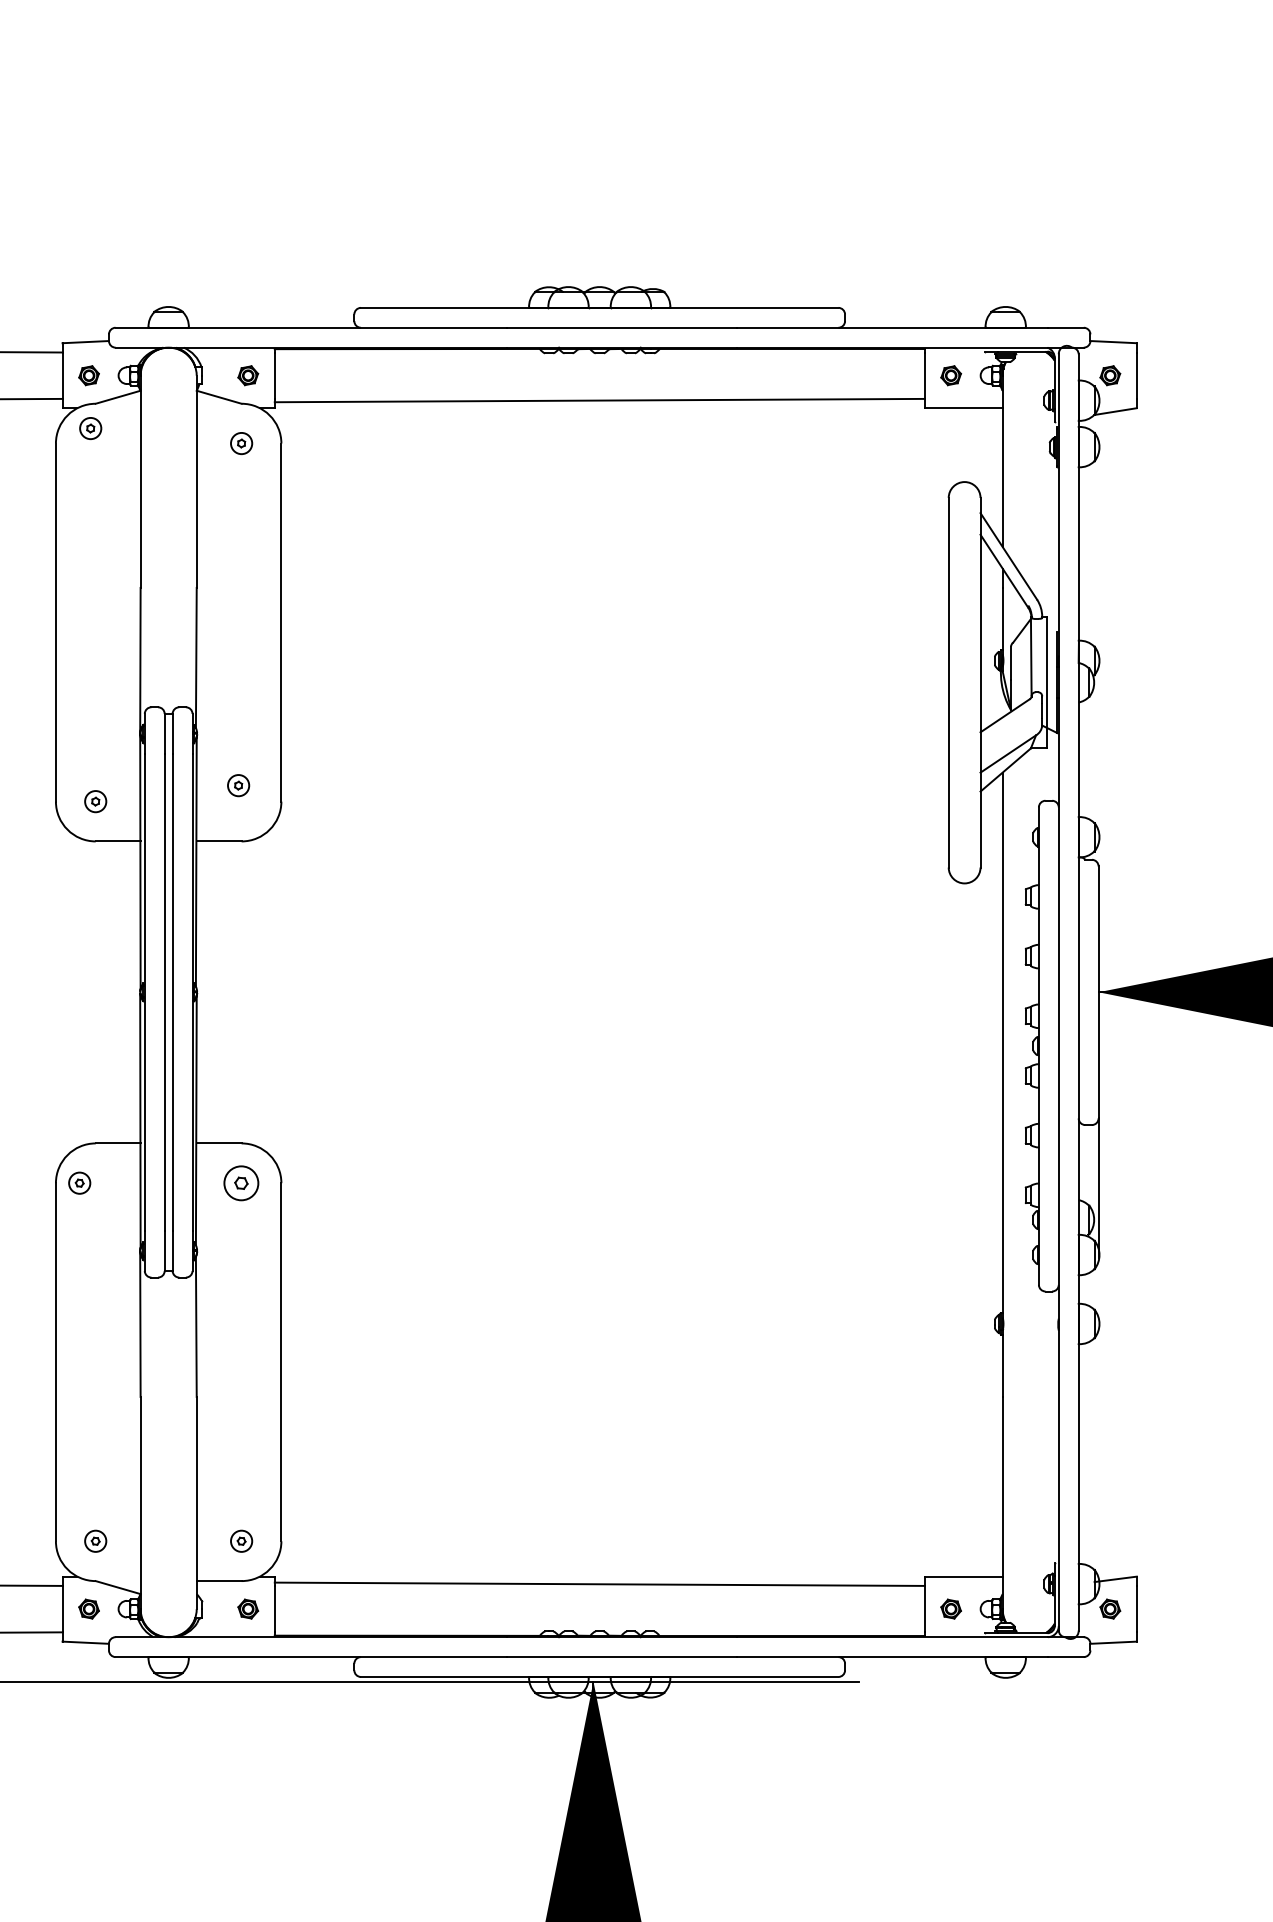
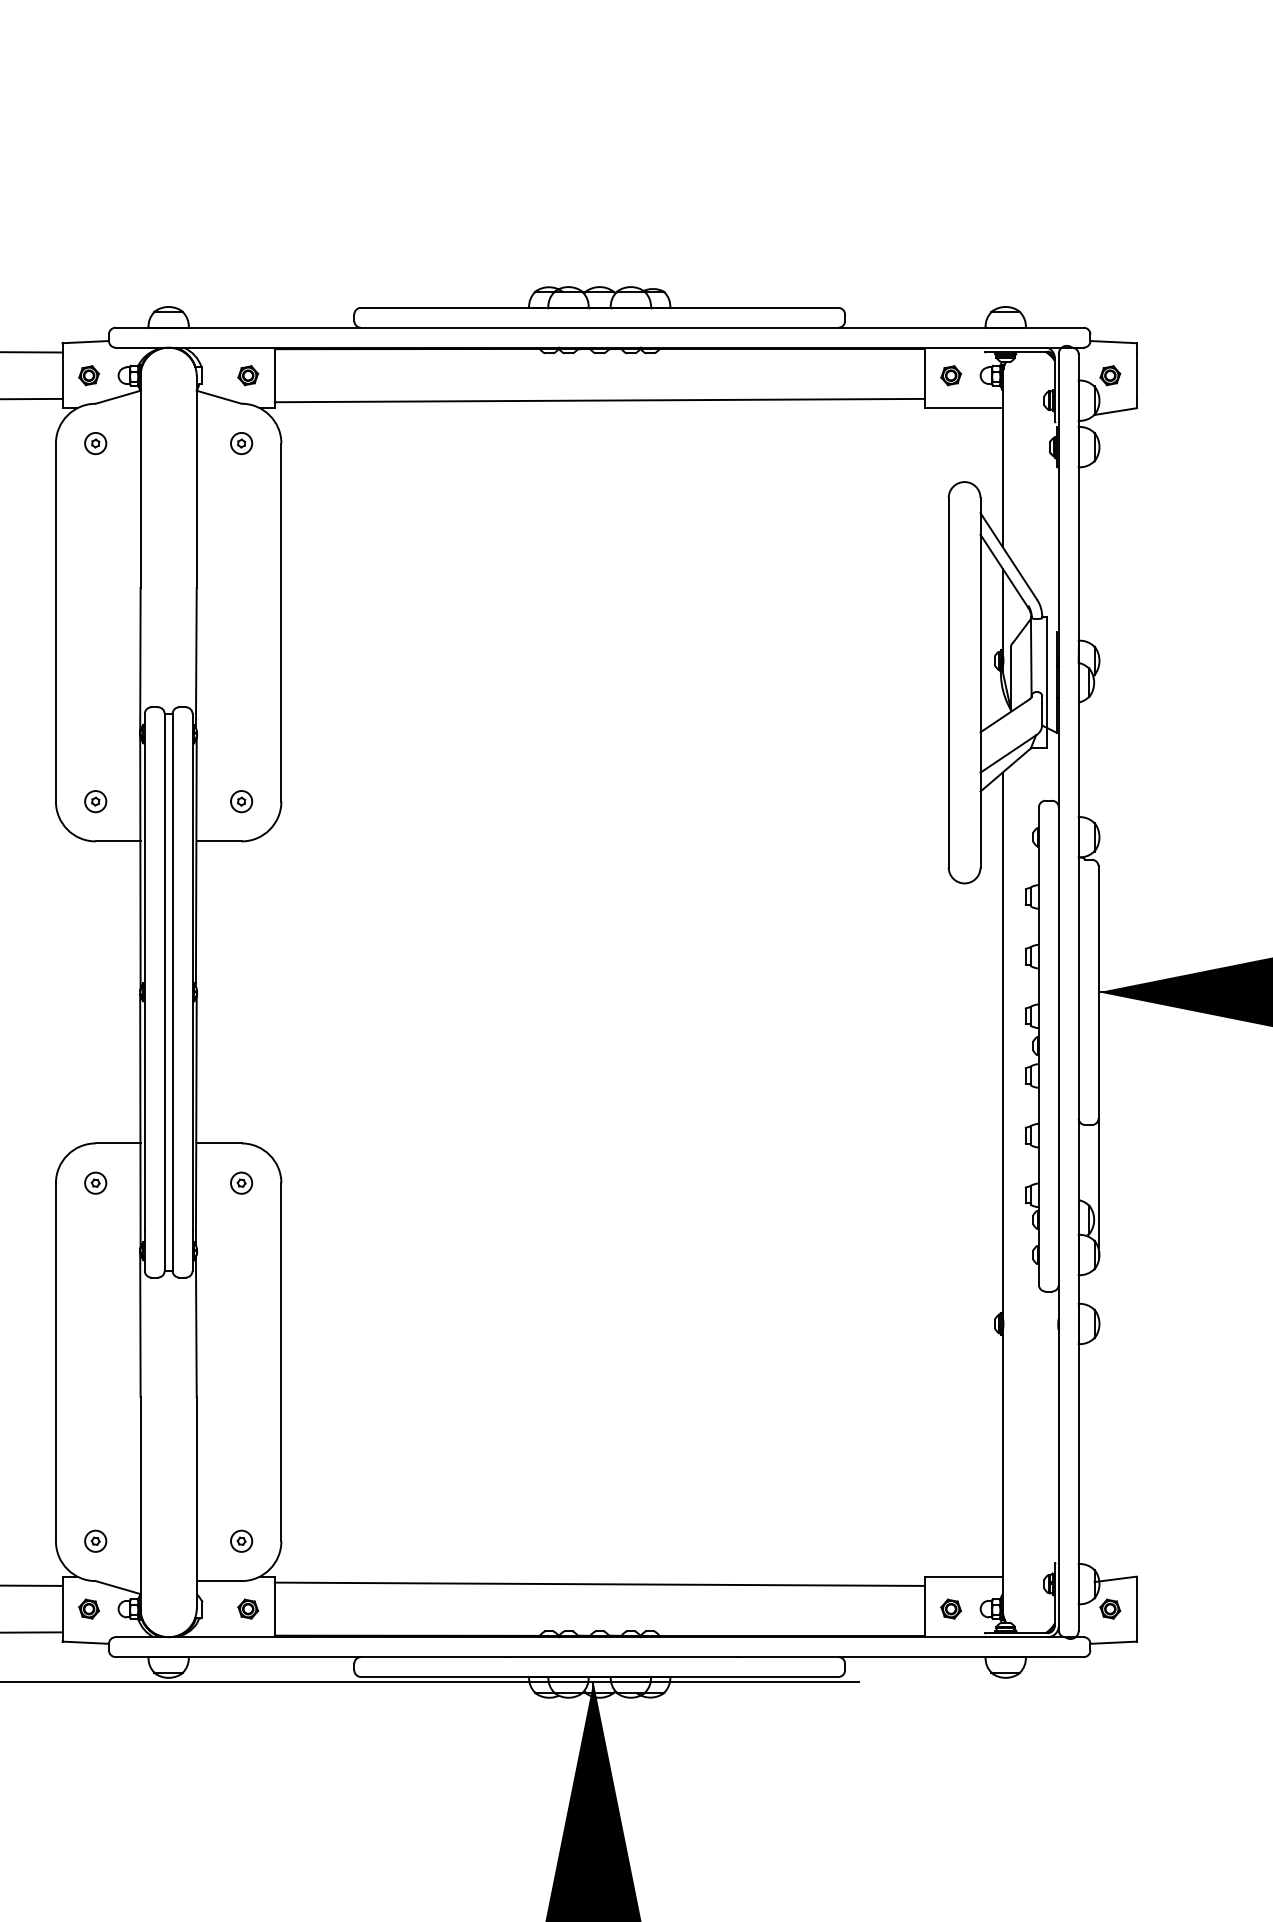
part at (90, 428) position: (90, 428) -> (95, 443)
part at (238, 785) position: (238, 785) -> (241, 801)
part at (79, 1182) position: (79, 1182) -> (95, 1182)
part at (241, 1183) size: 37x37 px -> 24x24 px
